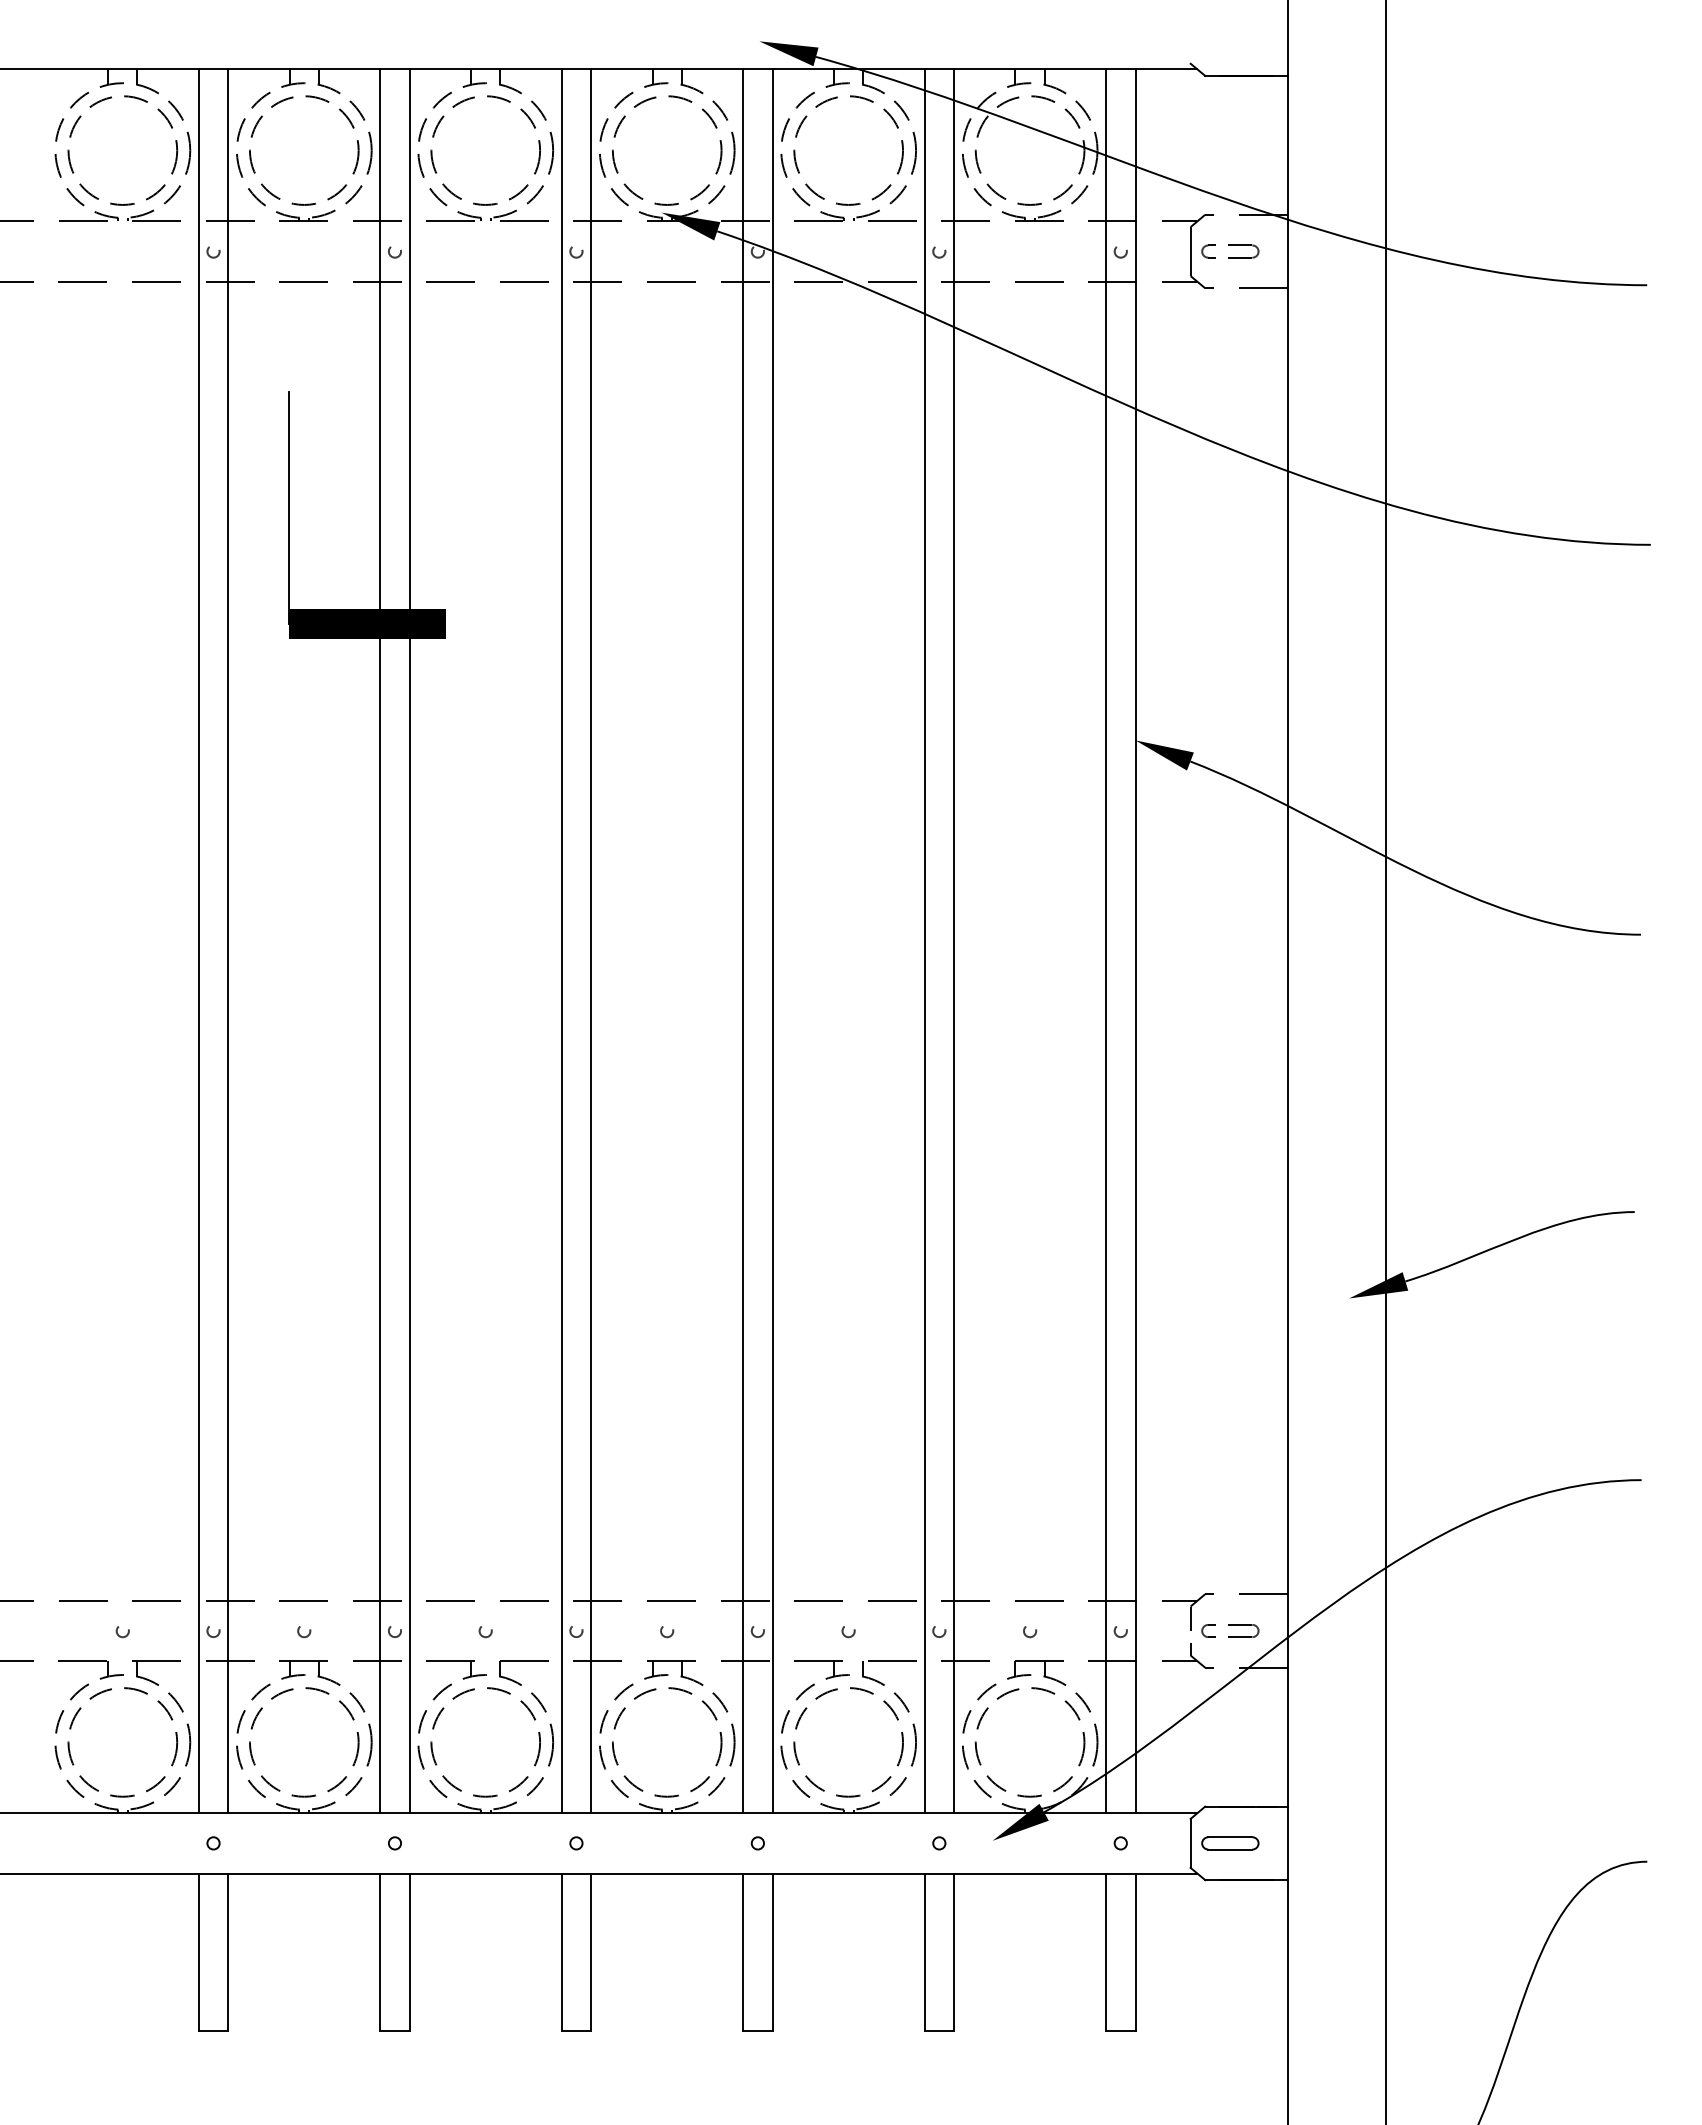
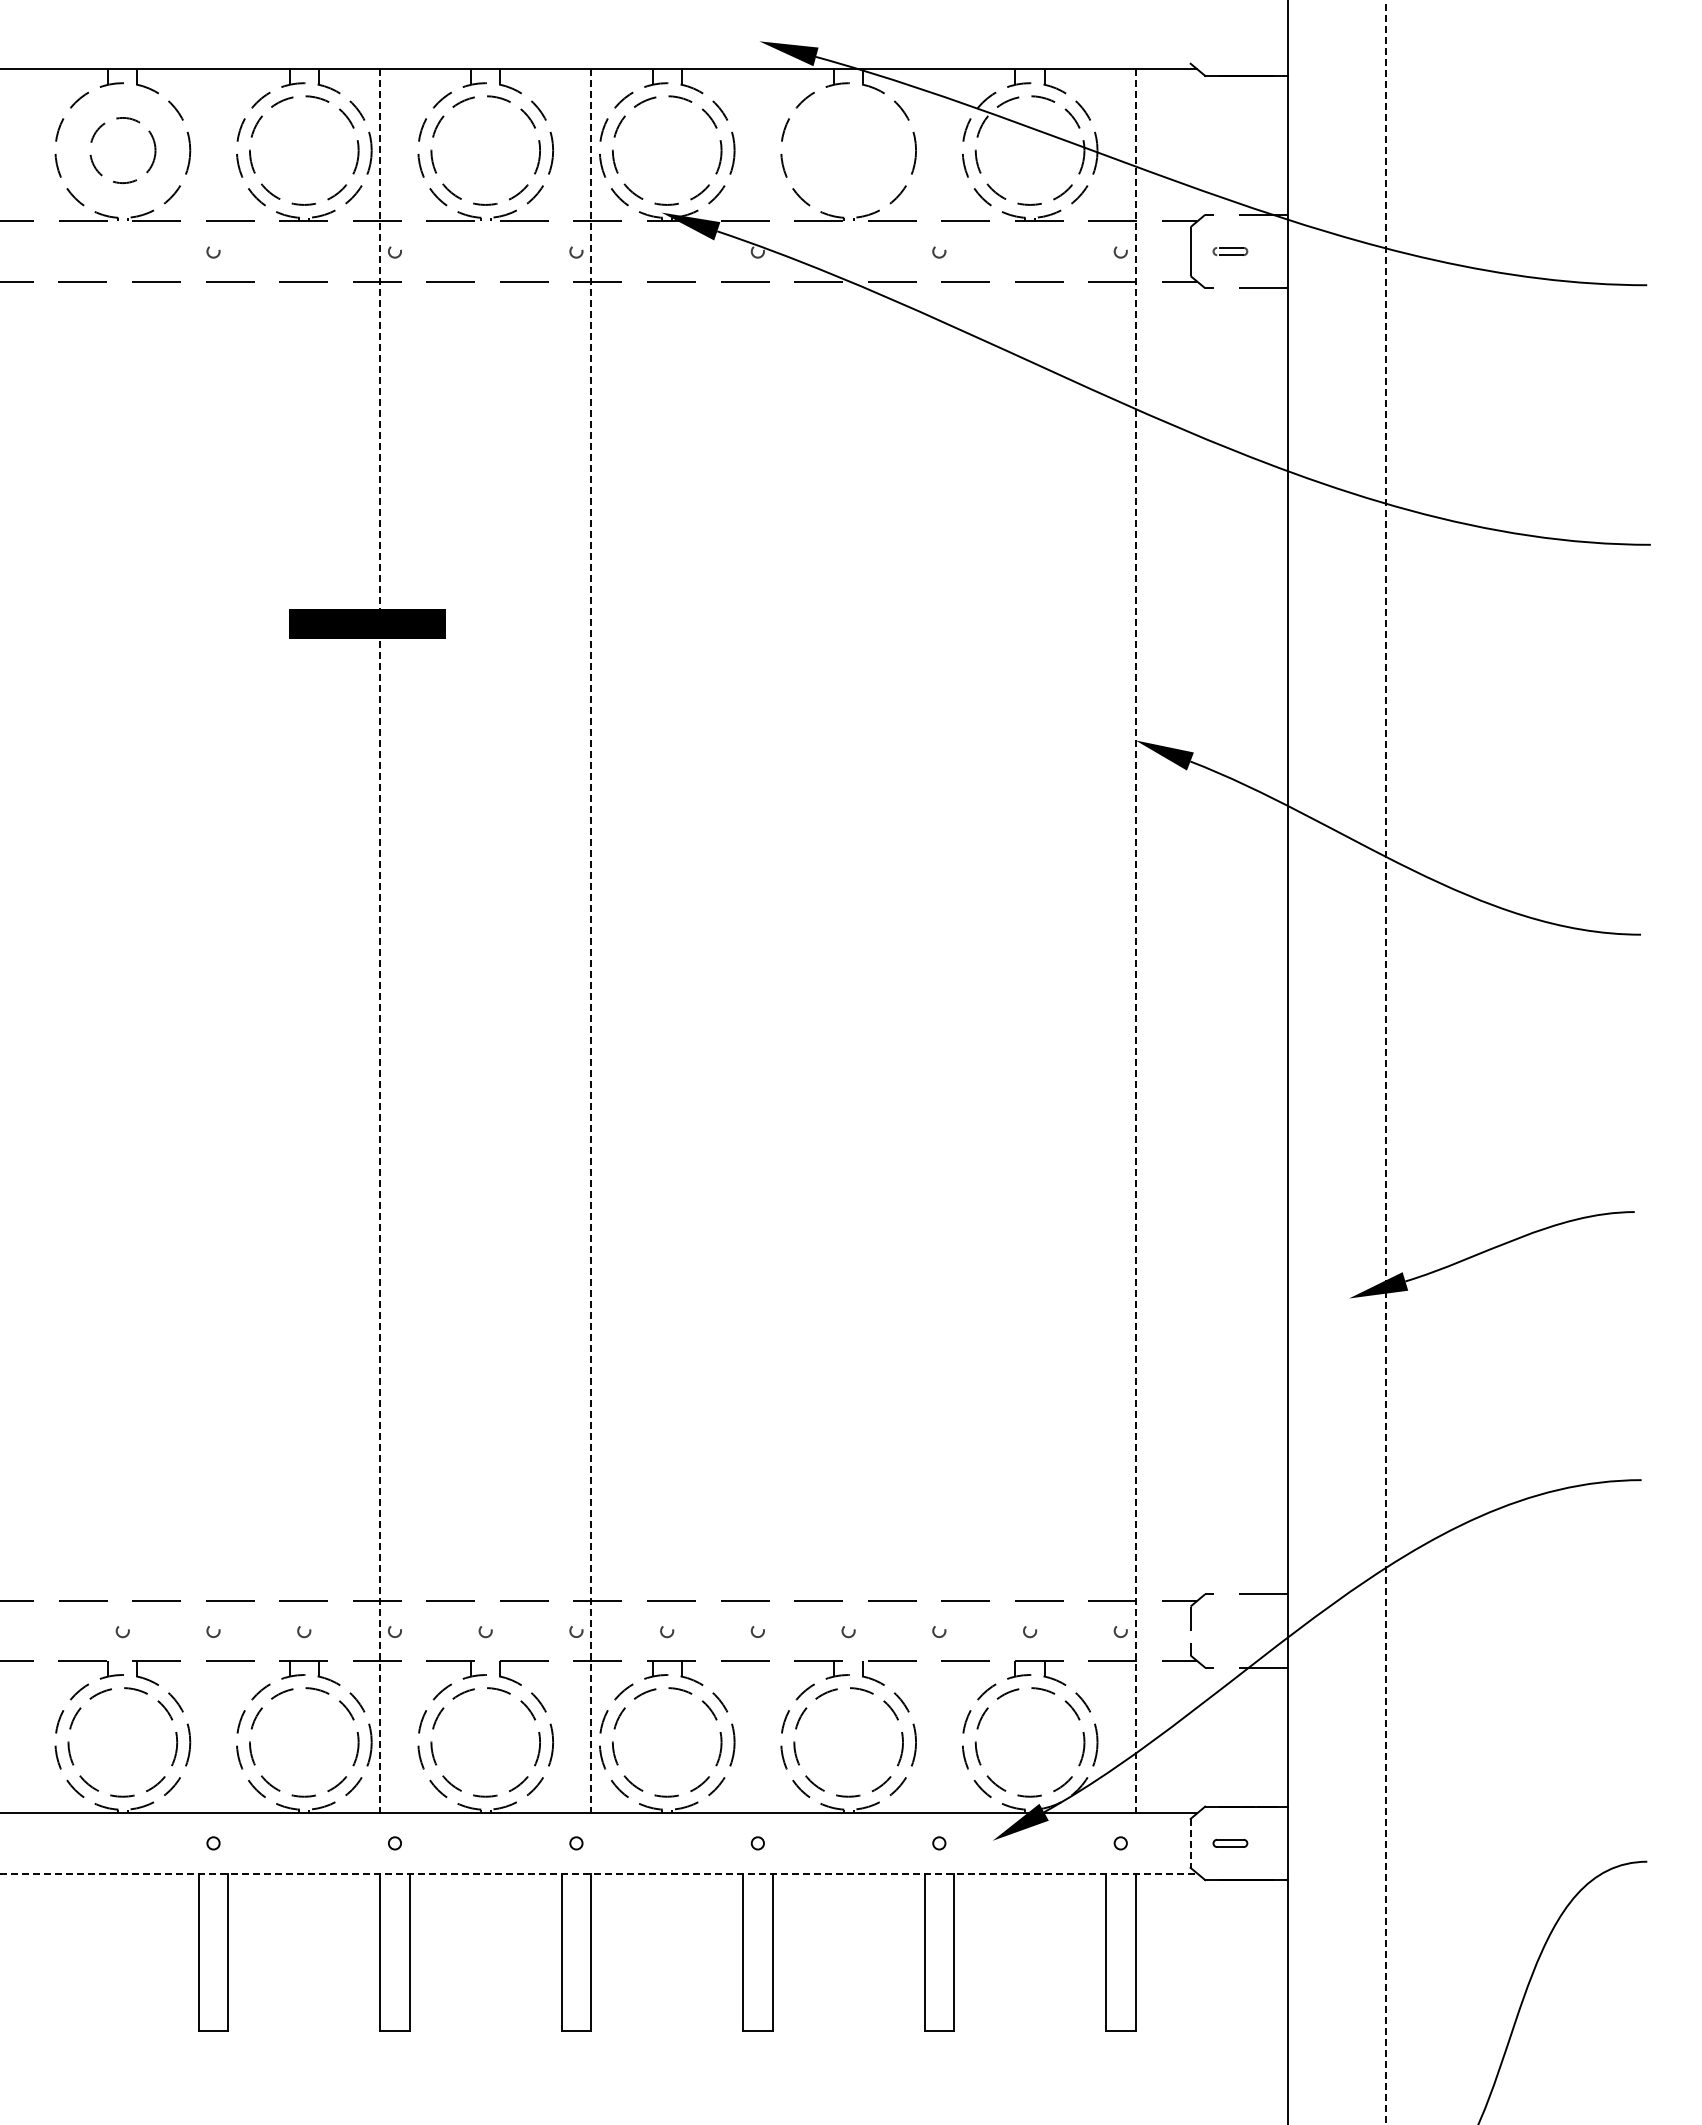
circle at (122, 150) size: 112x111 px -> 68x67 px
circle at (848, 150): present -> none
part at (1230, 251) size: 59x15 px -> 37x9 px
line at (289, 508): present -> none
line at (198, 941): present -> none
line at (228, 941): present -> none
line at (380, 941): solid -> dashed
line at (409, 941): present -> none
line at (561, 941): present -> none
line at (591, 941): solid -> dashed
line at (743, 941): present -> none
line at (772, 941): present -> none
line at (924, 941): present -> none
line at (954, 941): present -> none
line at (1106, 941): present -> none
line at (1135, 941): solid -> dashed
line at (1385, 1062): solid -> dashed
part at (1230, 1630): present -> none
line at (1190, 1843): solid -> dashed
part at (1230, 1843) size: 59x15 px -> 37x10 px
line at (599, 1873): solid -> dashed
